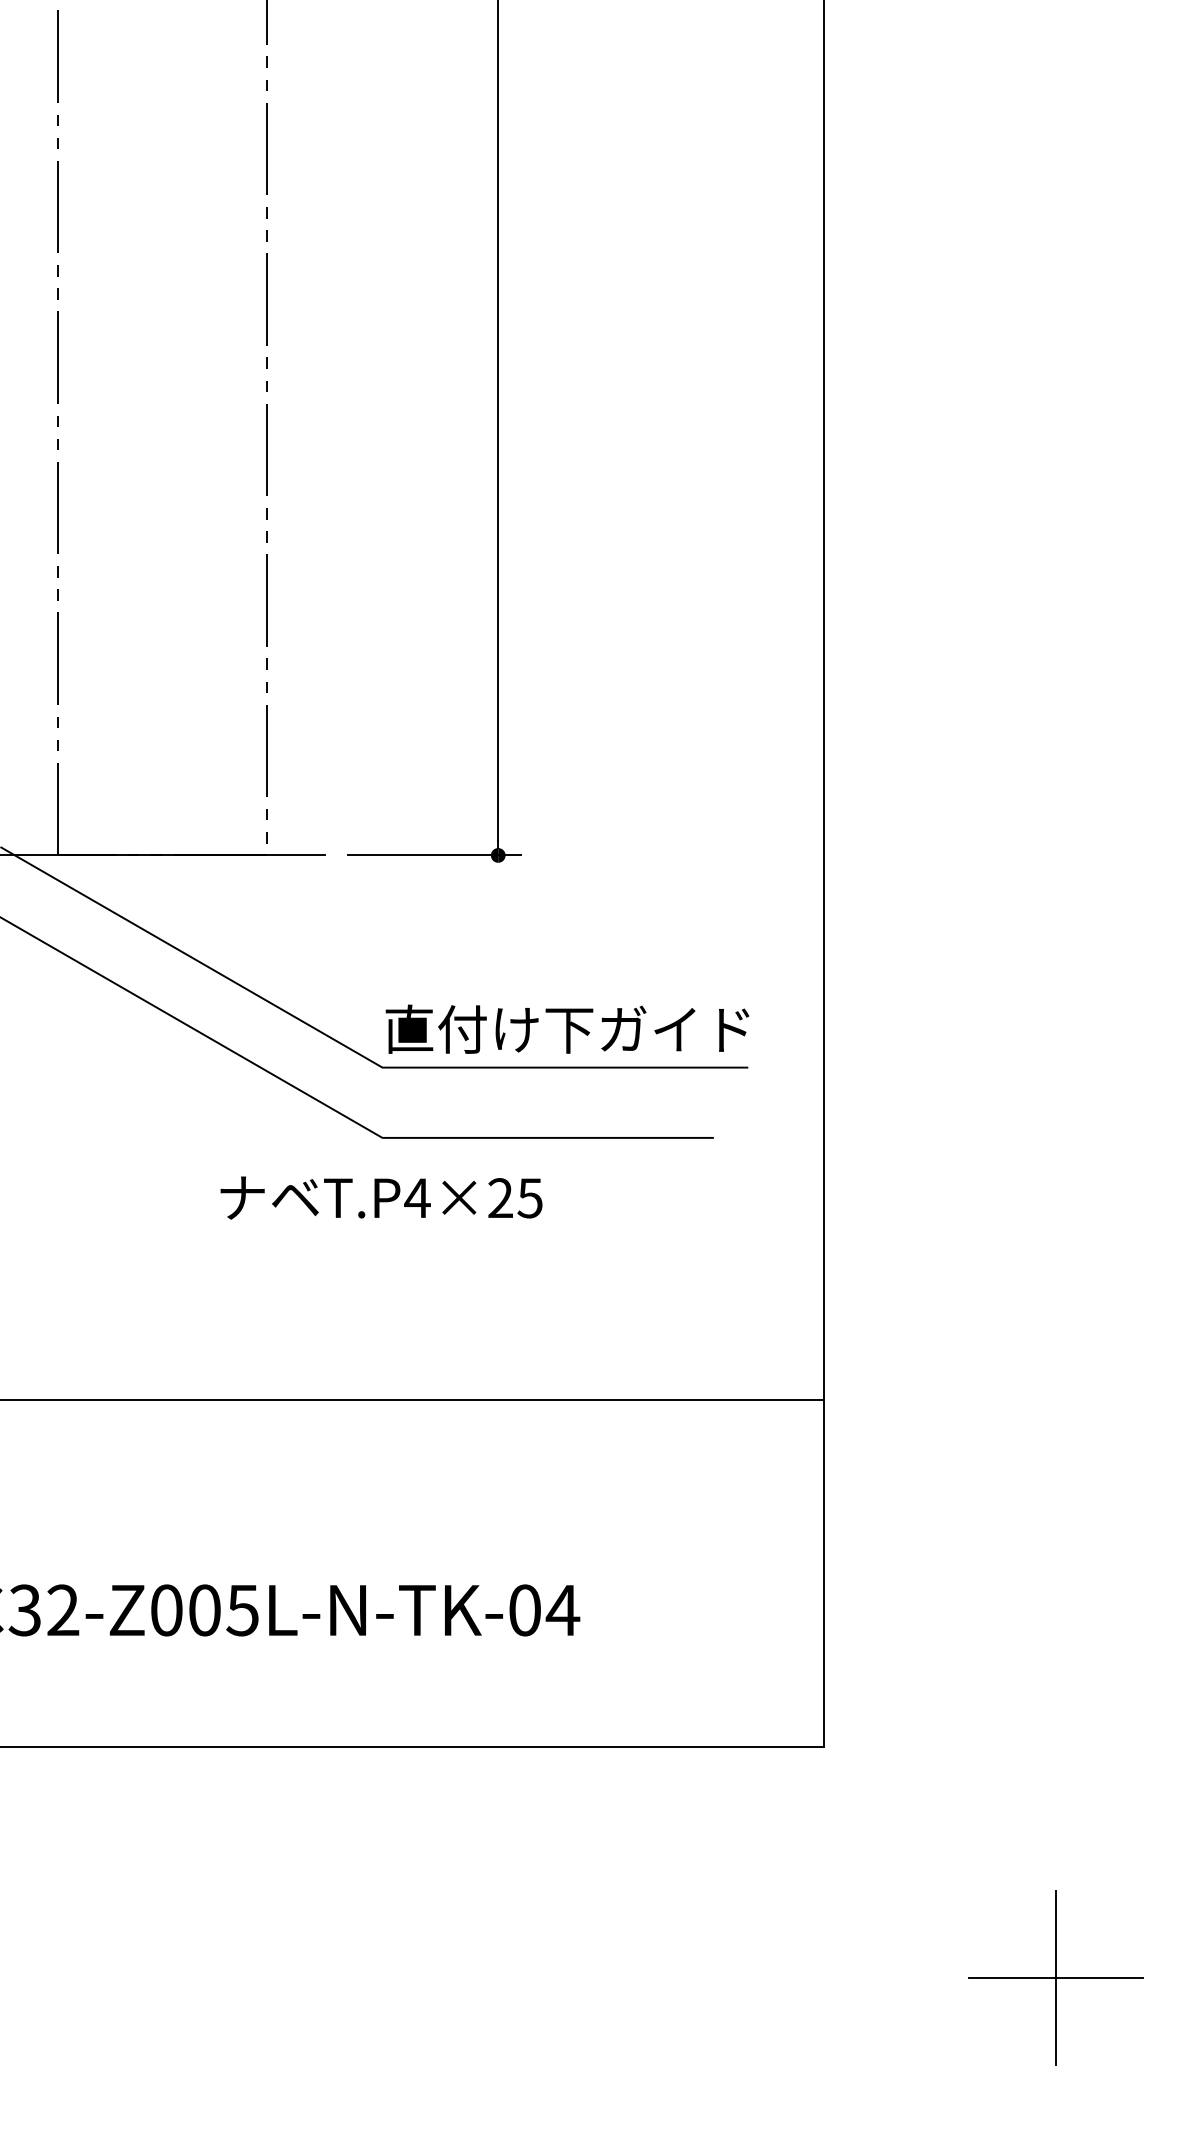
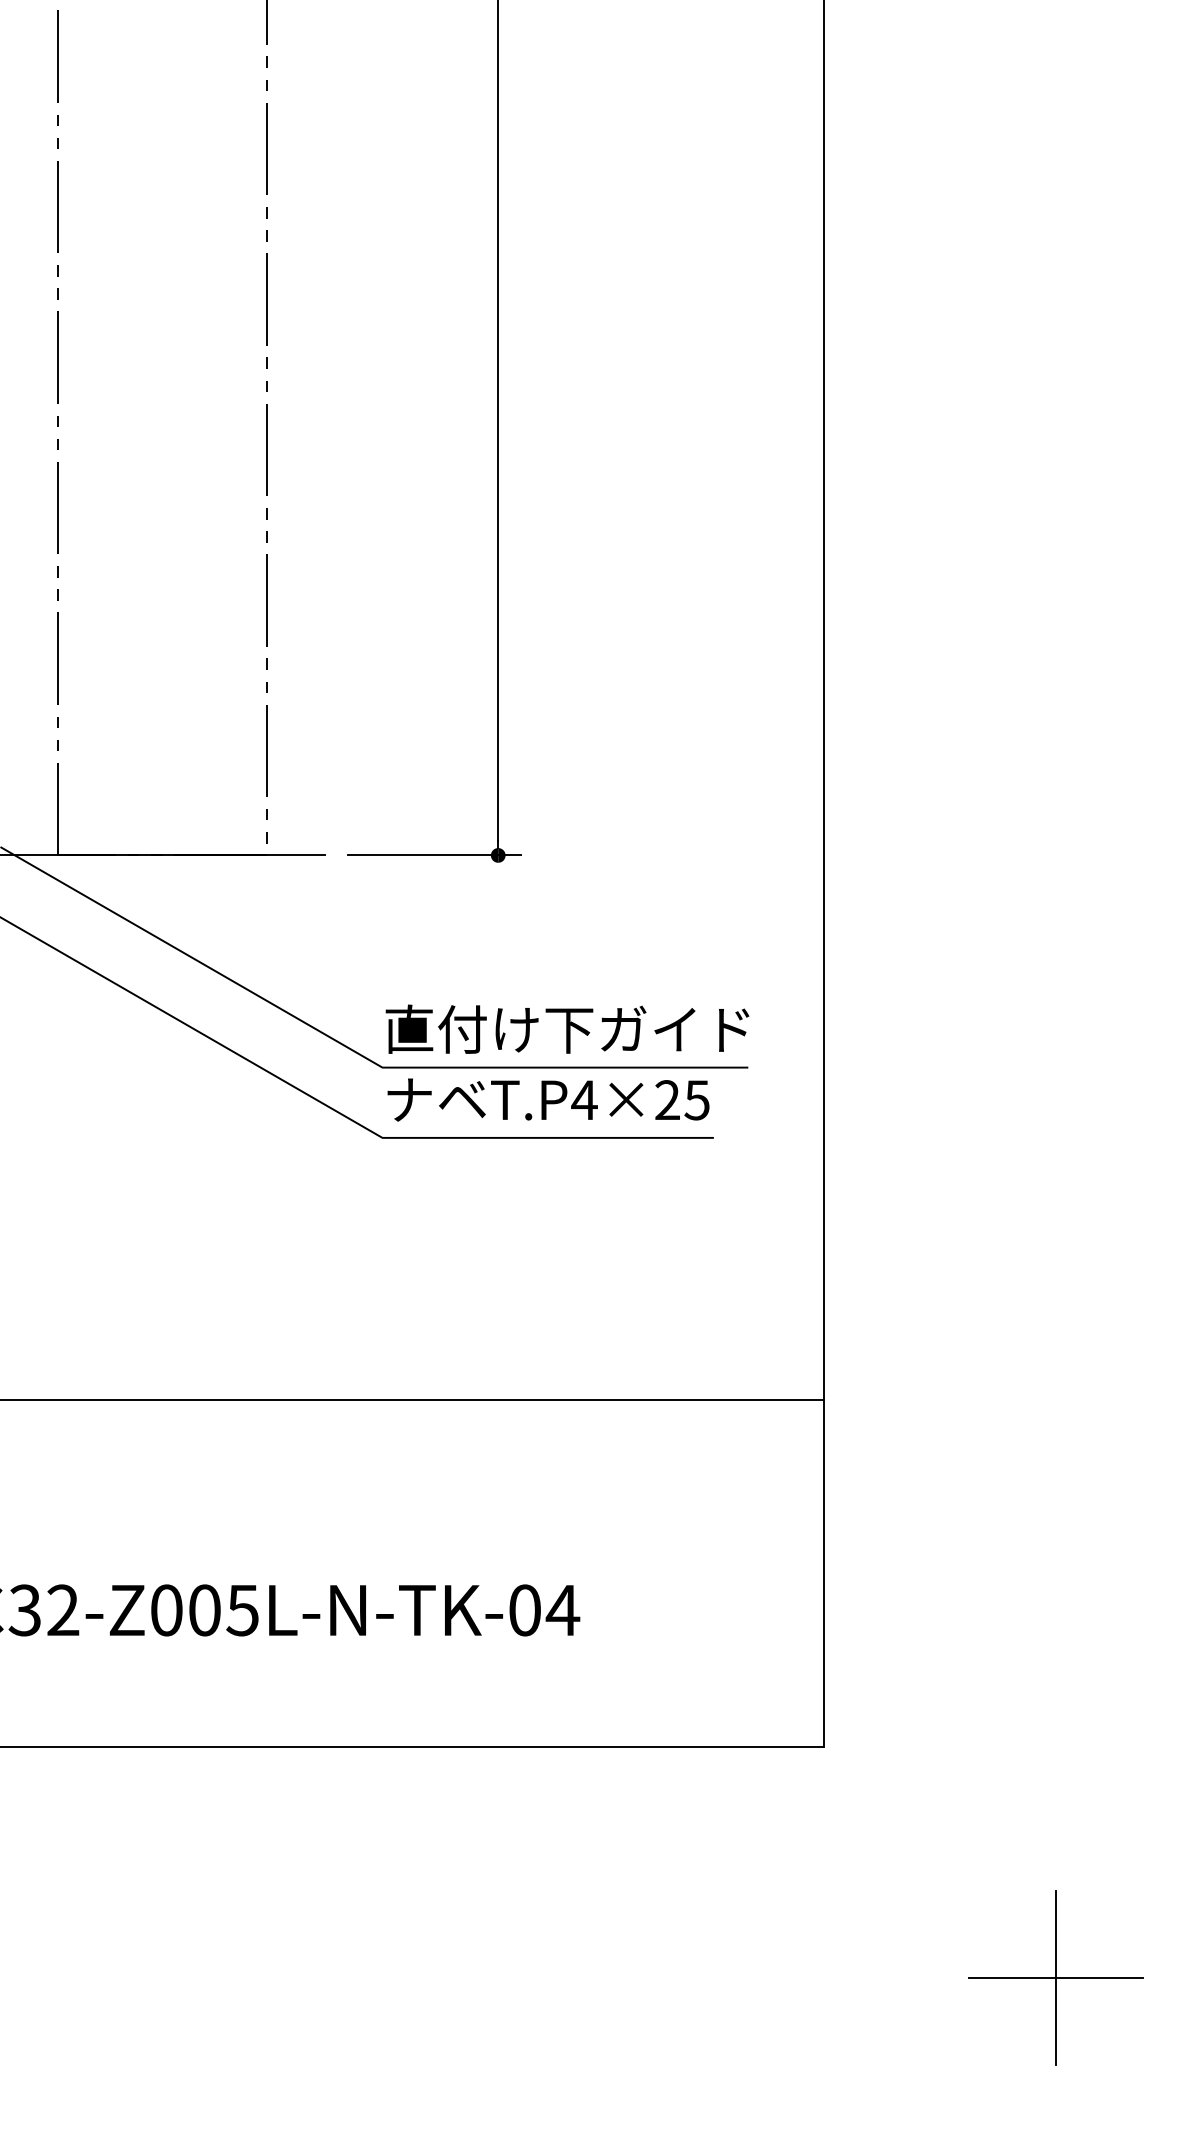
text at (381, 1197) position: (381, 1197) -> (548, 1099)
